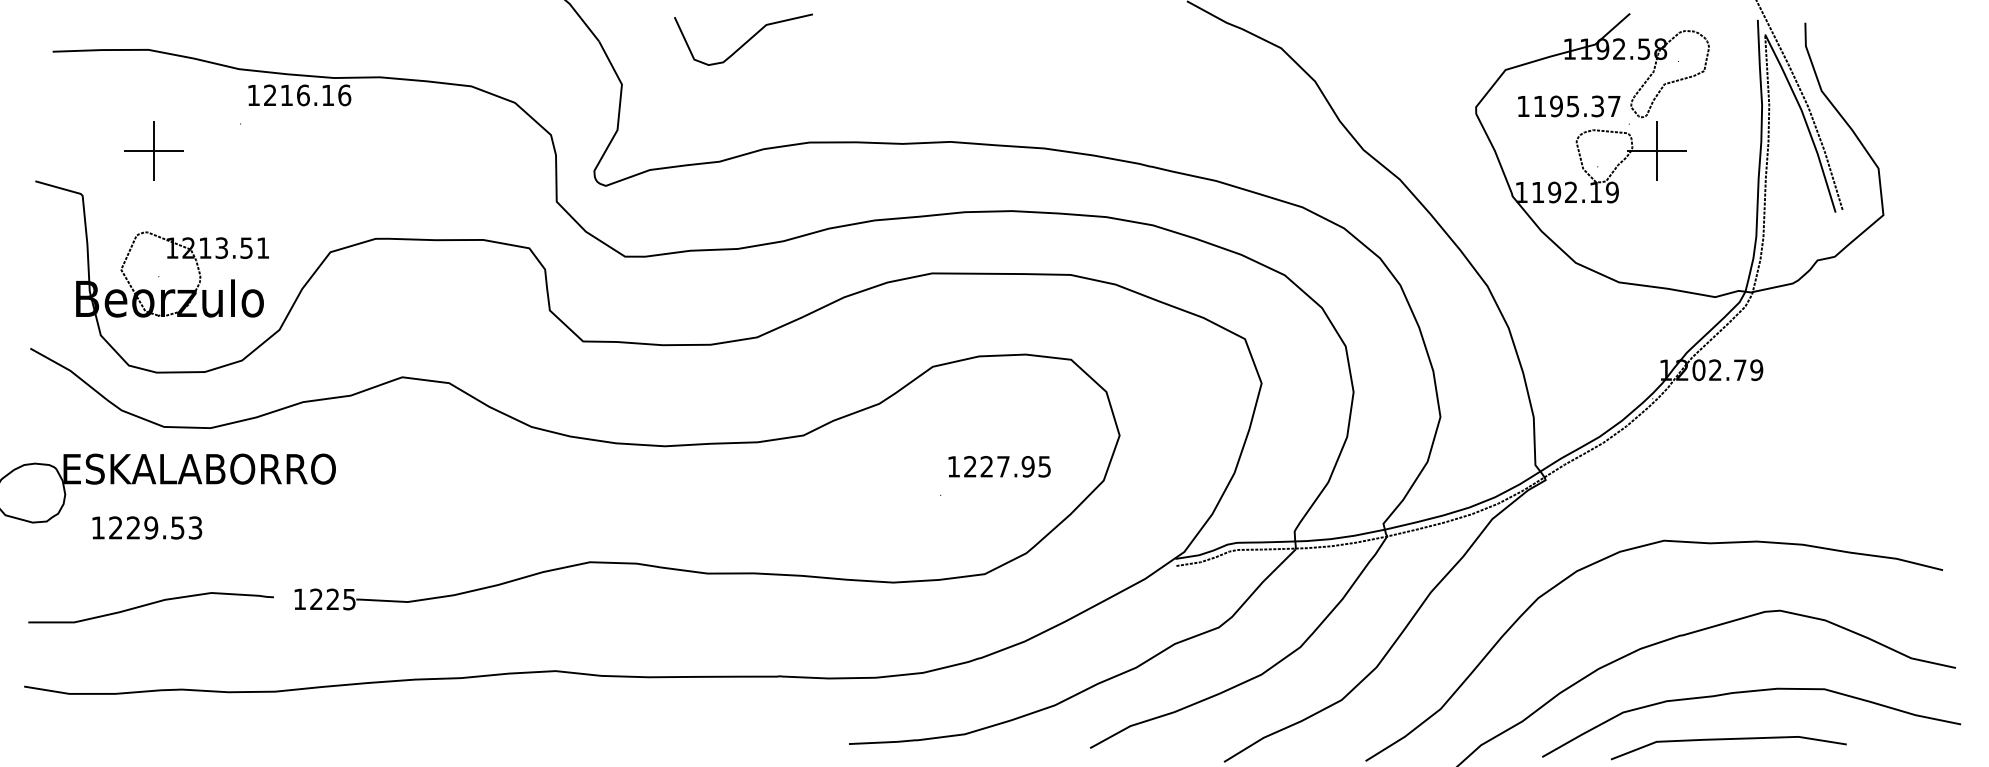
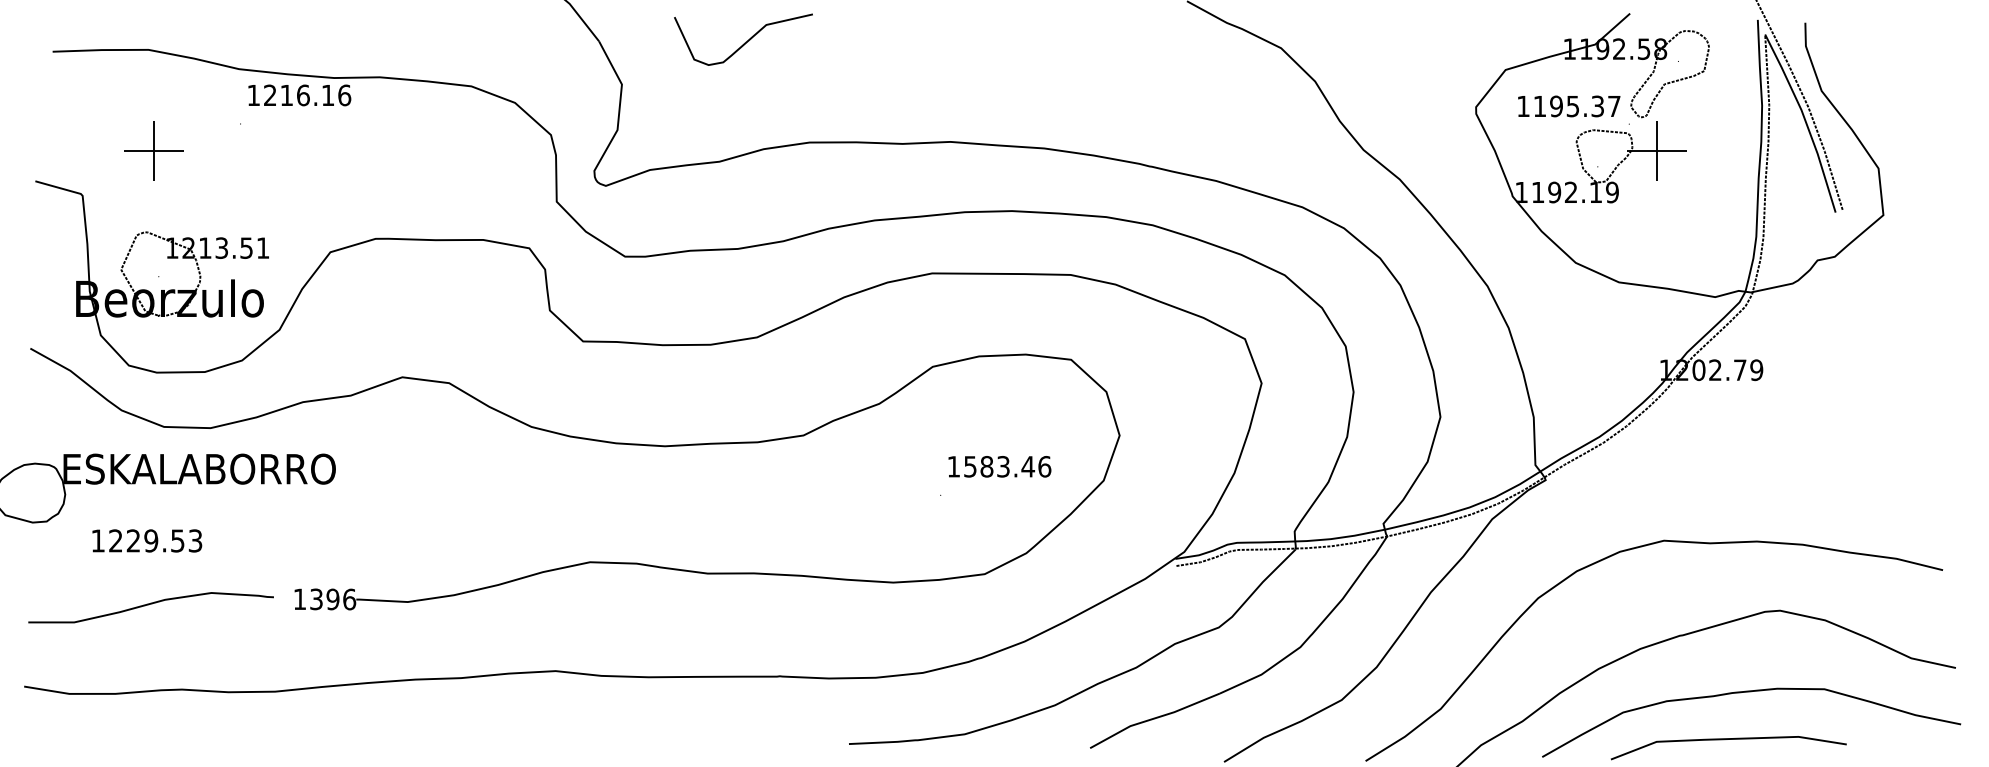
text at (1007, 466): 1227.95 -> 1583.46
text at (147, 527) position: (147, 527) -> (147, 540)
text at (333, 599): 1225 -> 1396
